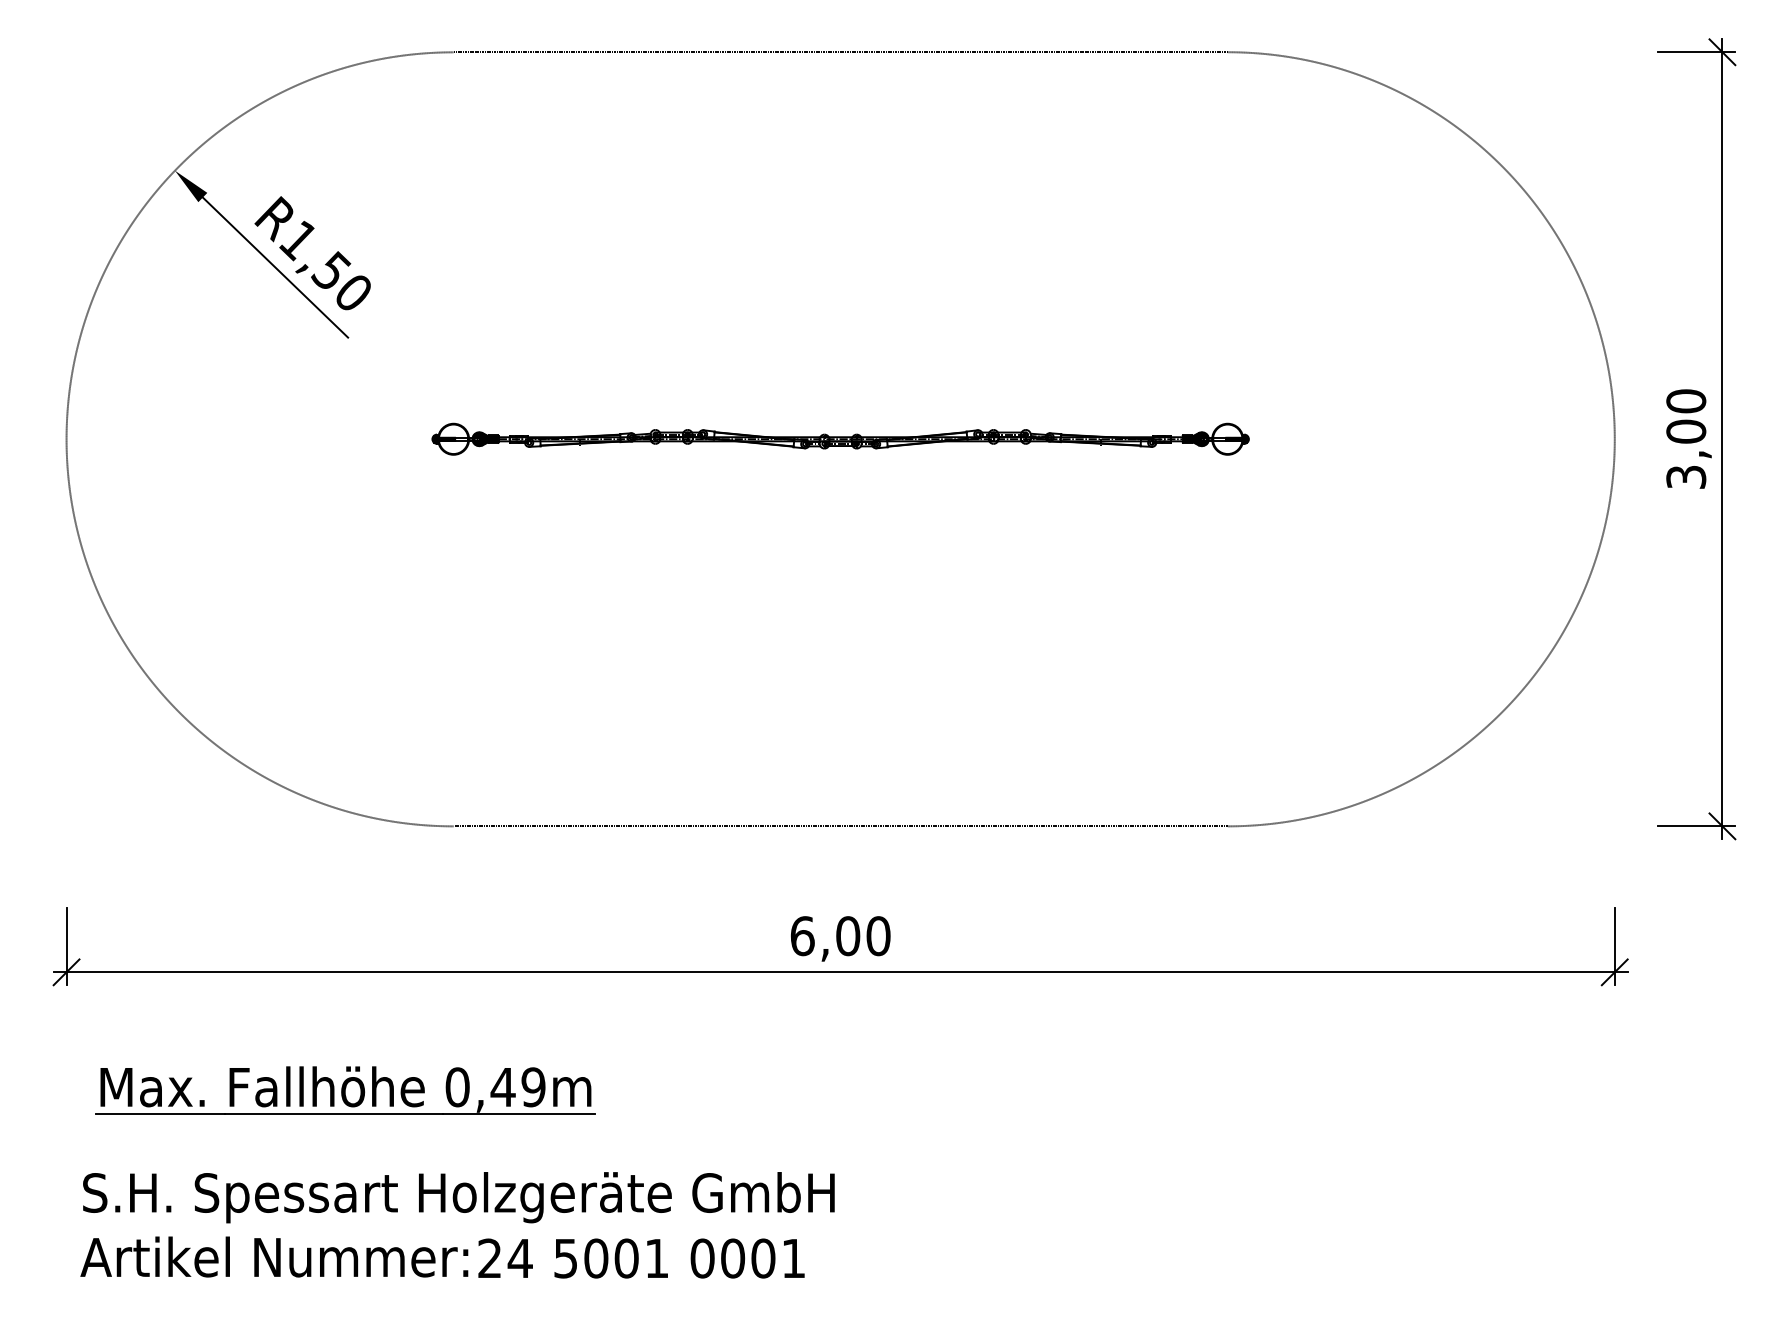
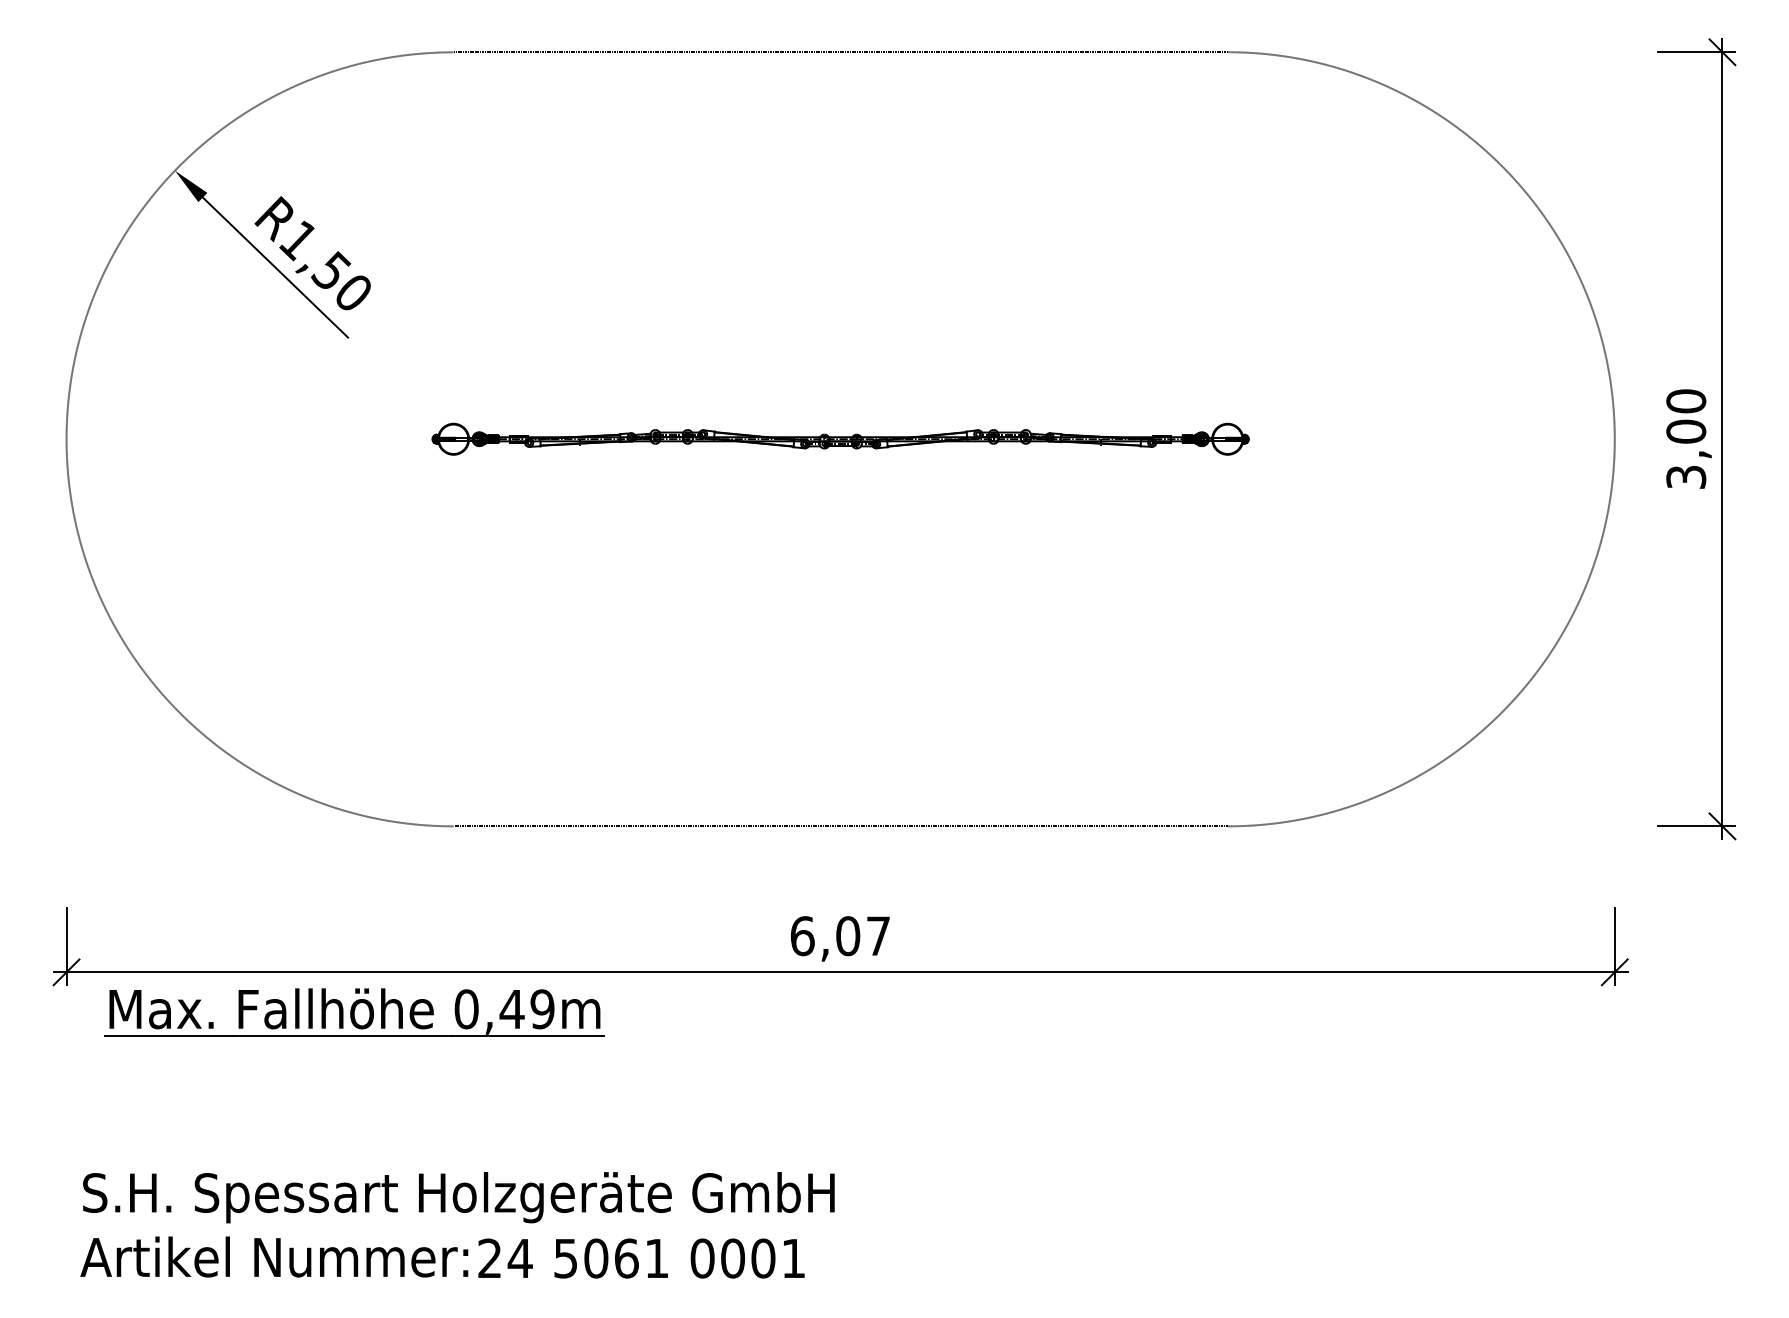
text at (878, 936): 6,00 -> 6,07
part at (345, 1090) position: (345, 1090) -> (354, 1012)
text at (626, 1258): 5001 -> 5061
